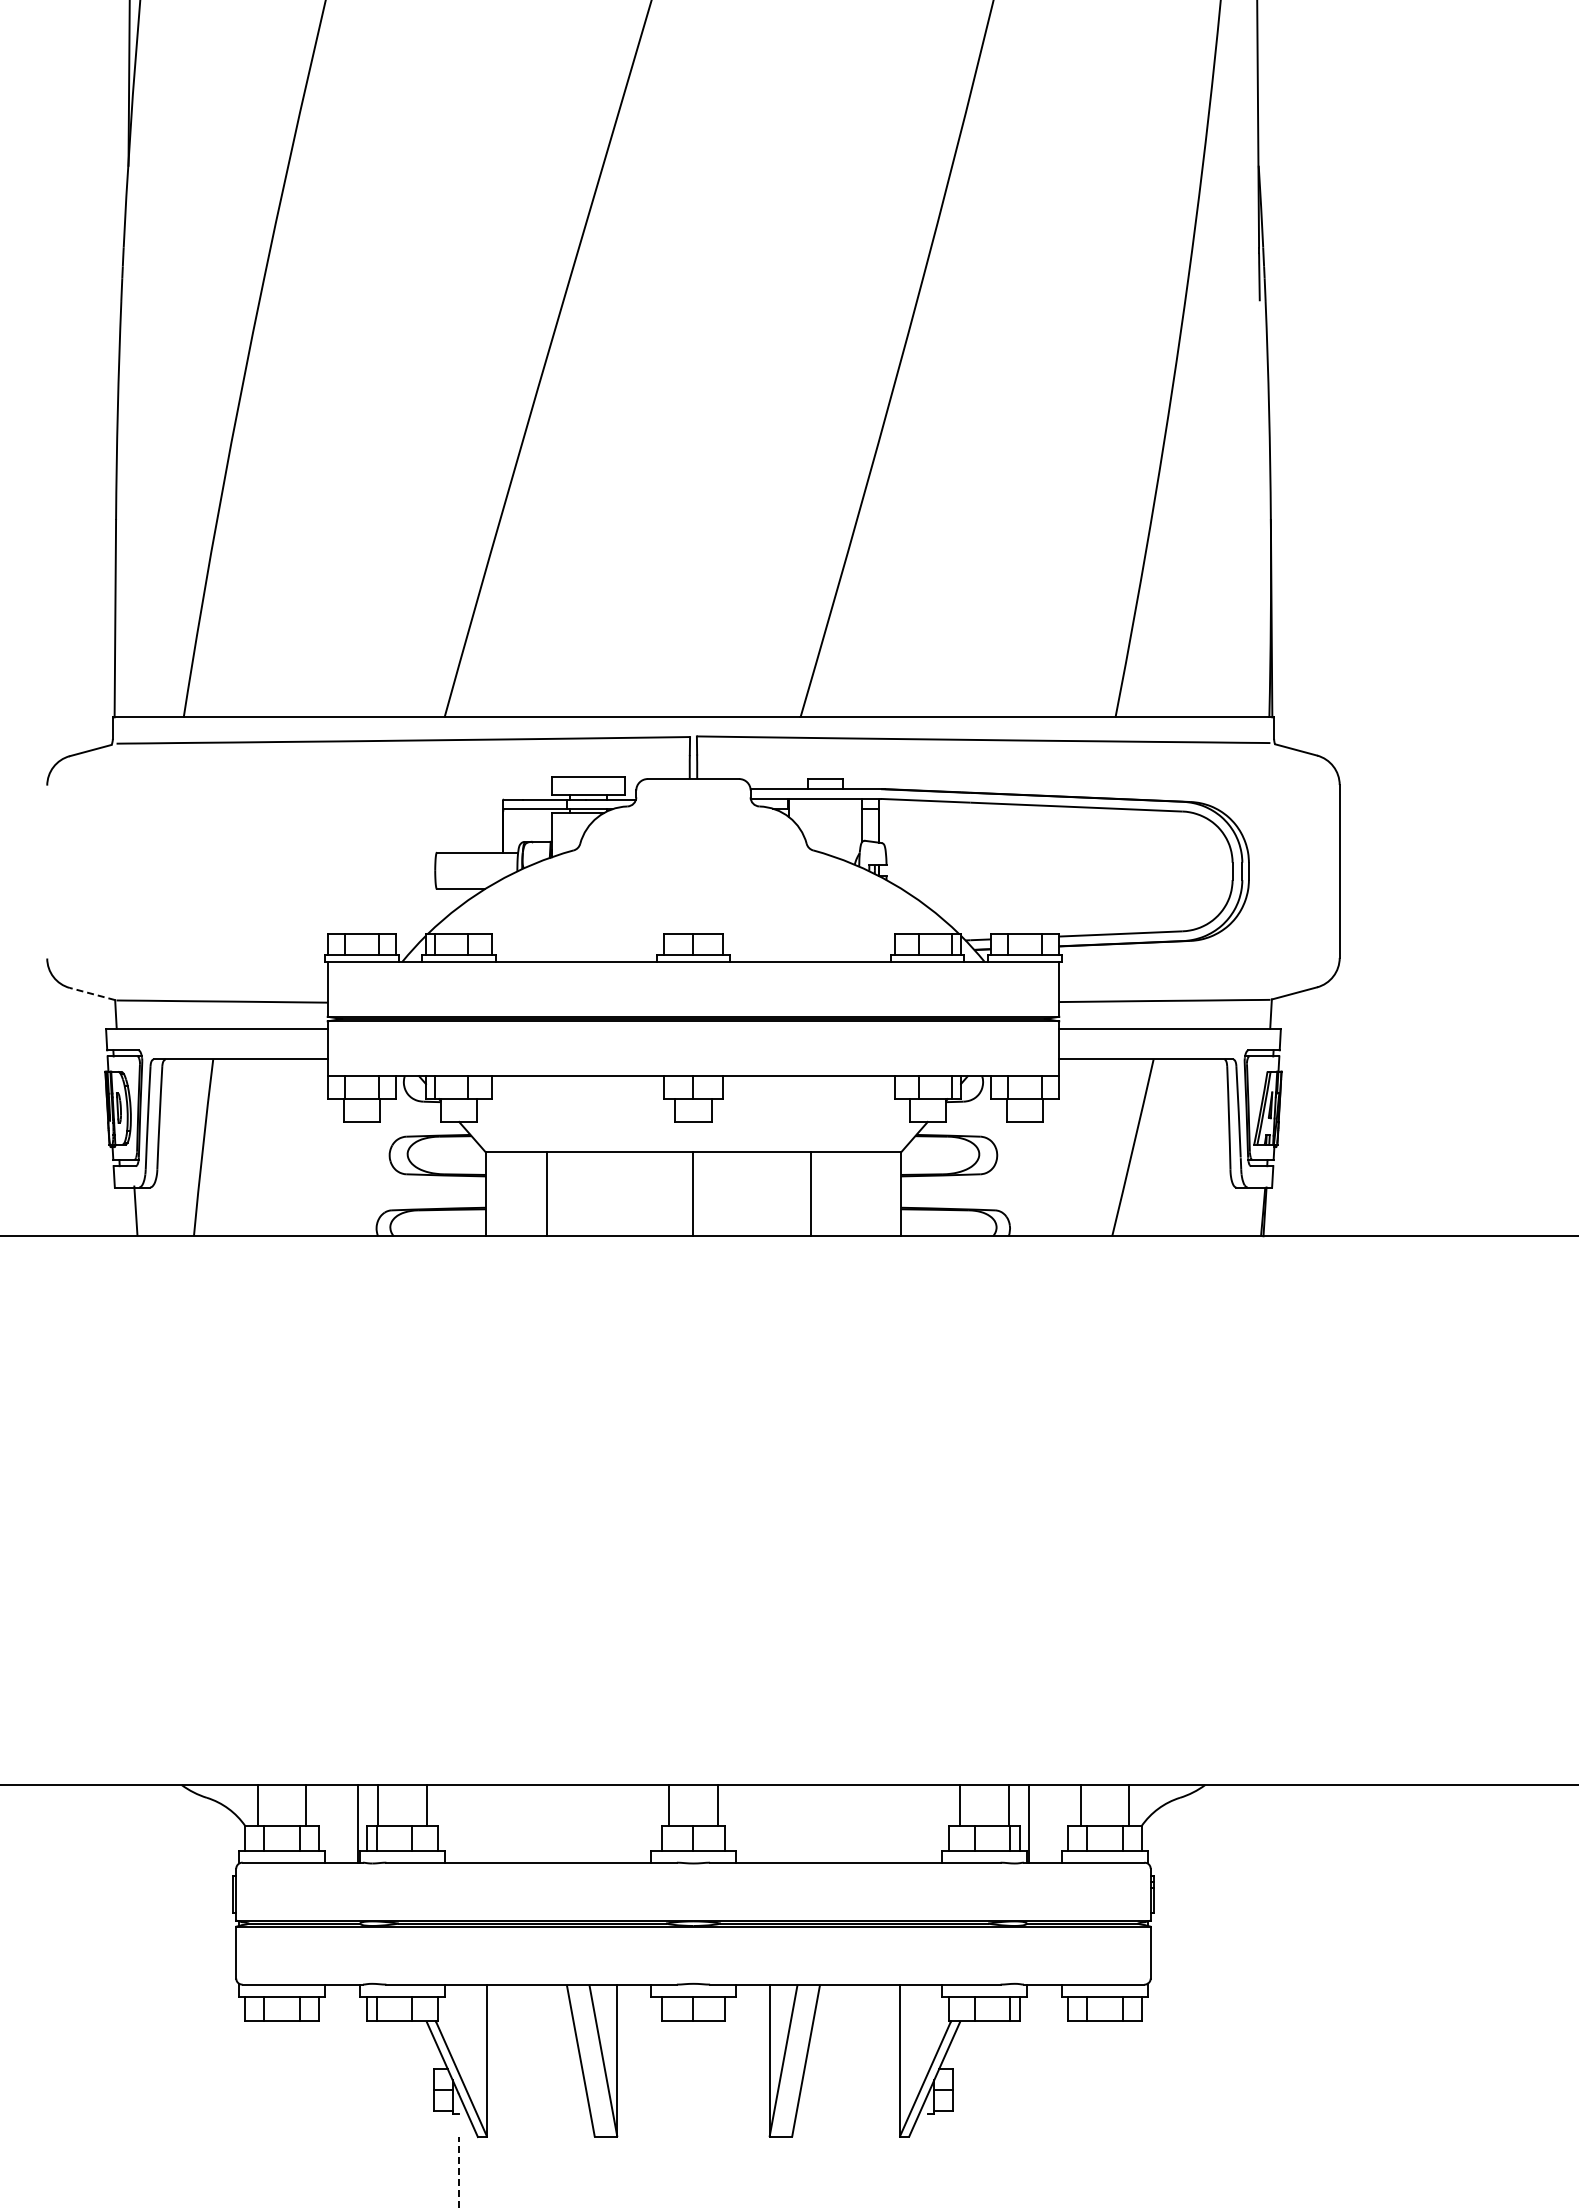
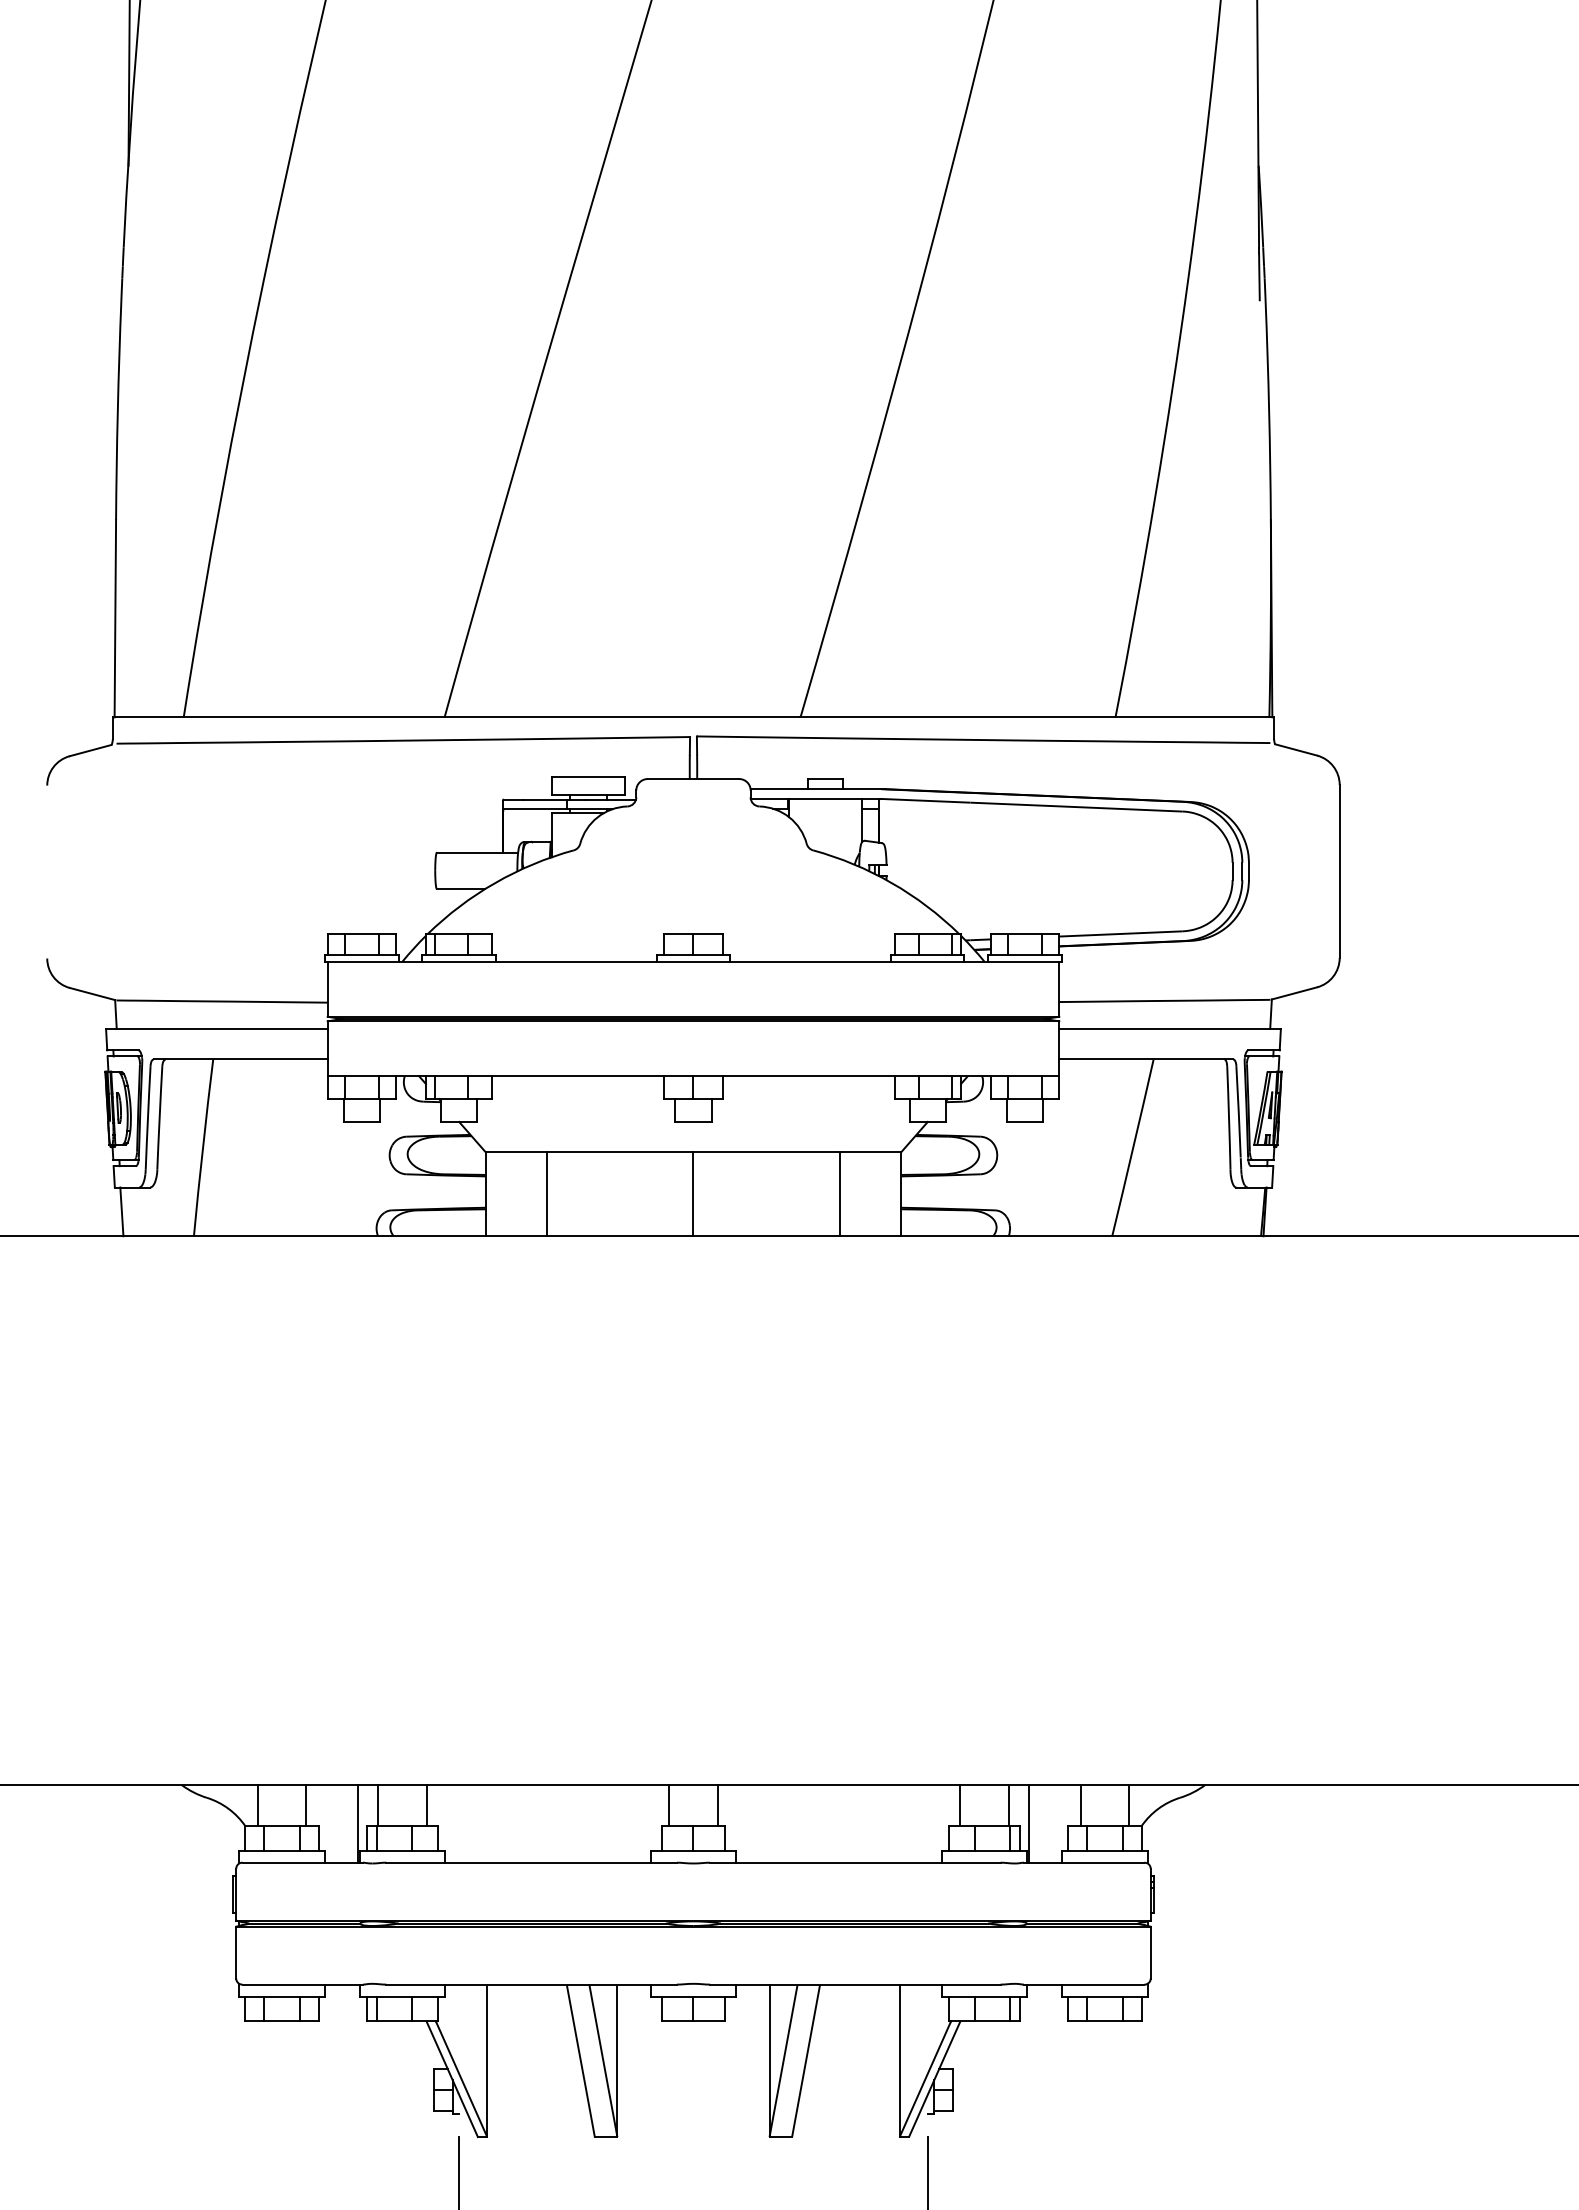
line at (92, 993): dashed -> solid
line at (811, 1194) position: (811, 1194) -> (840, 1194)
line at (135, 1210) position: (135, 1210) -> (121, 1211)
line at (928, 2171): none -> present
line at (458, 2172): dashed -> solid
